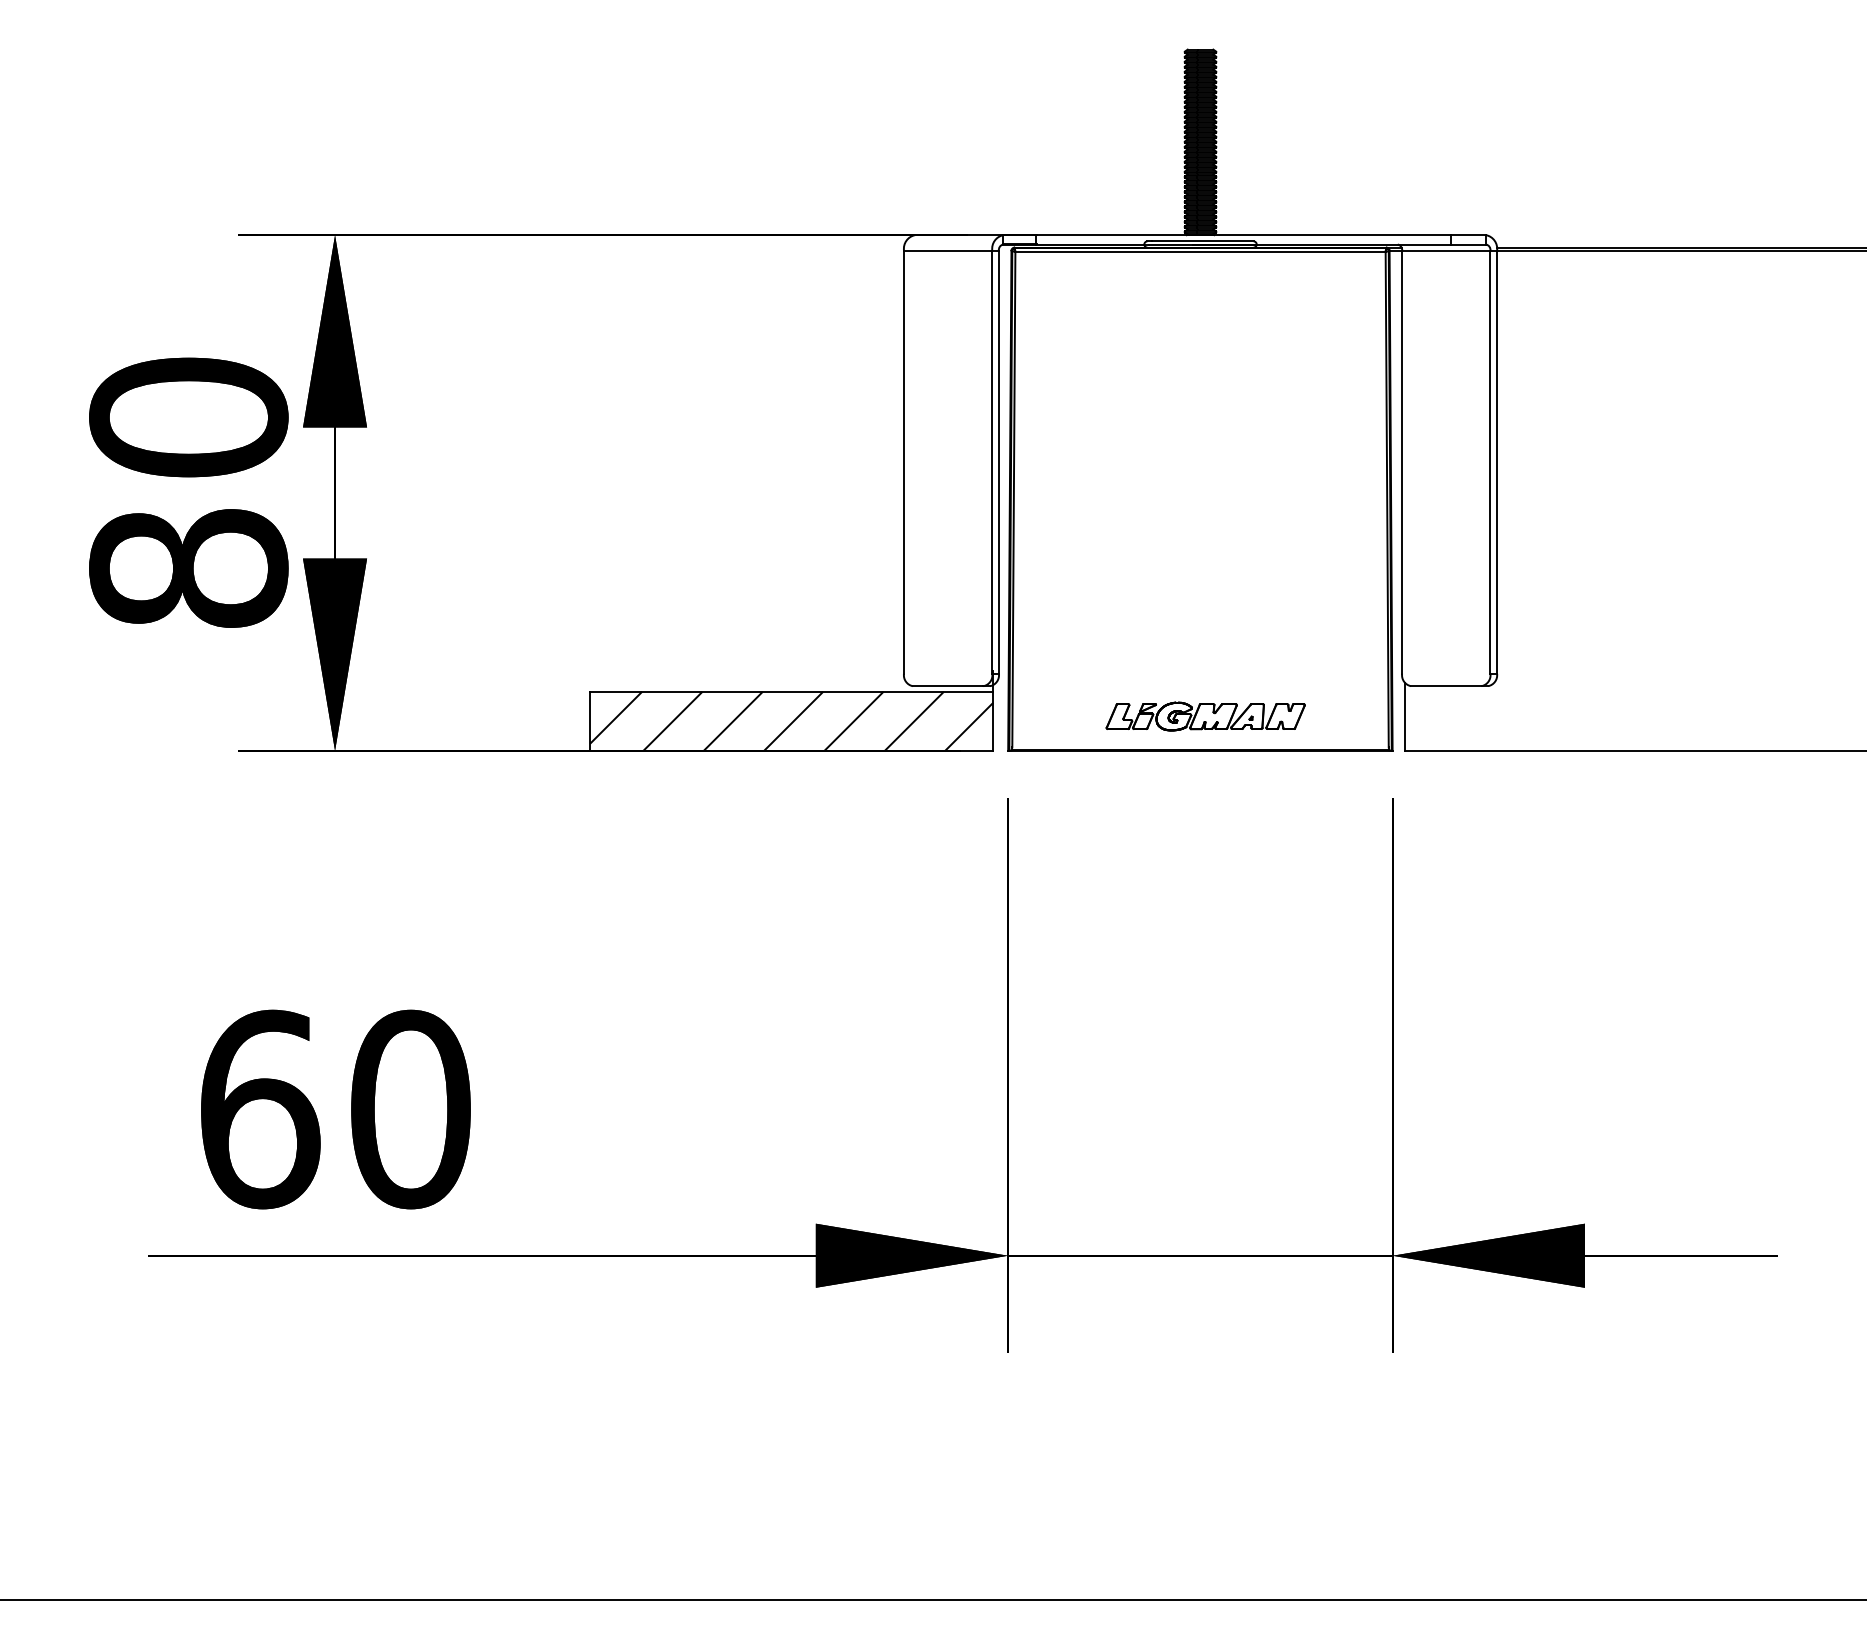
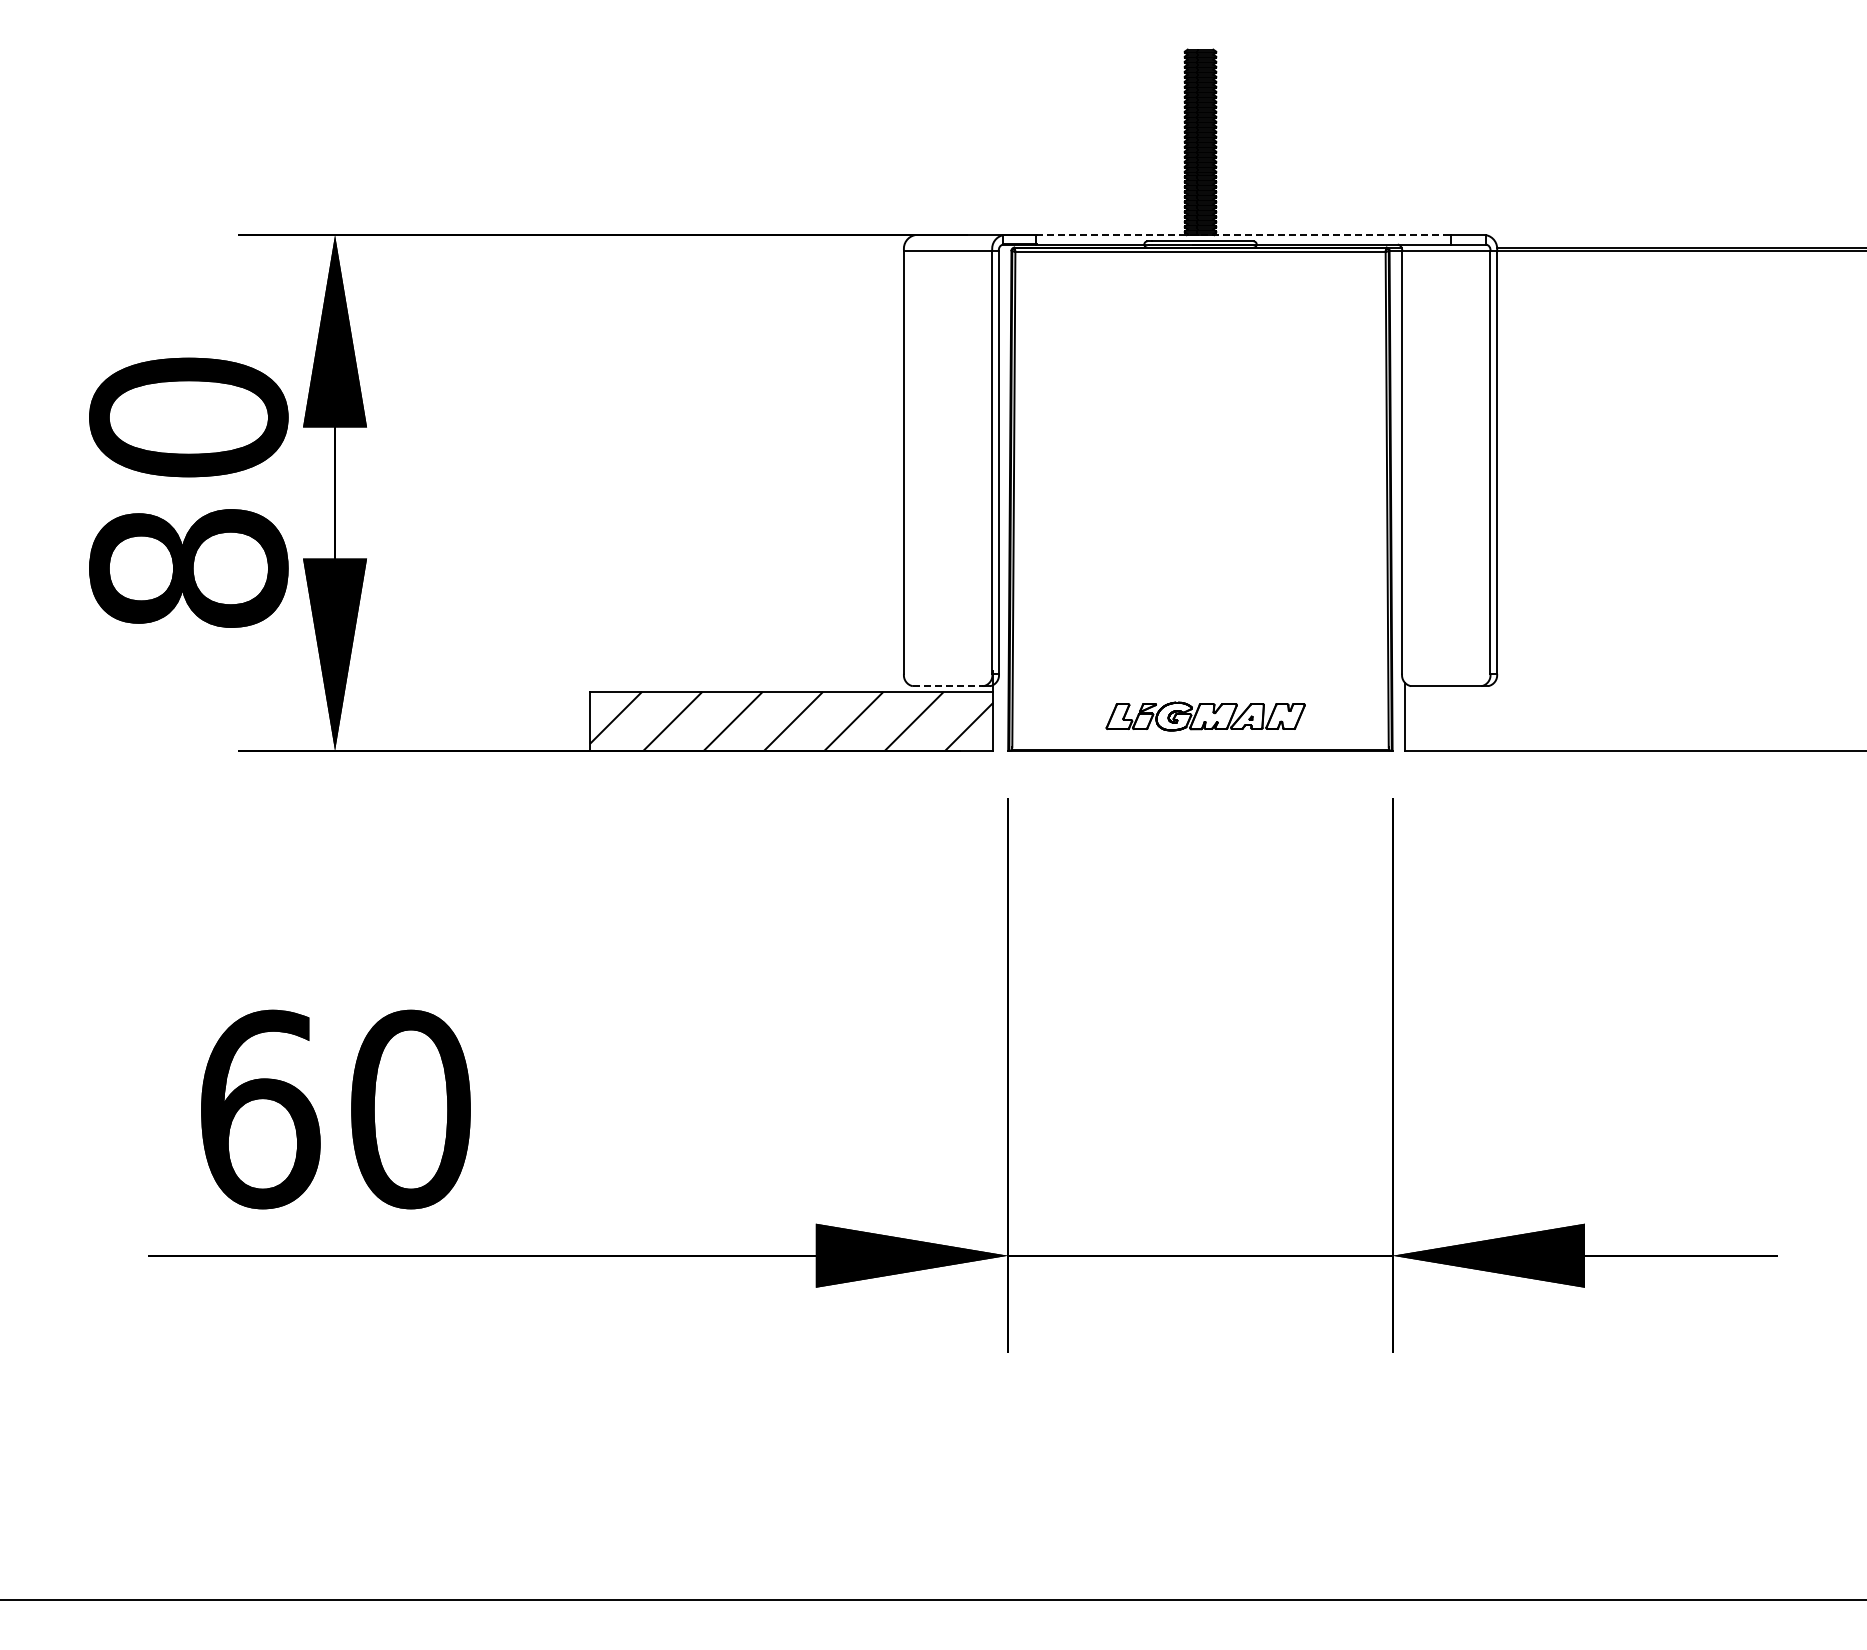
line at (1244, 235): solid -> dashed
line at (948, 686): solid -> dashed
